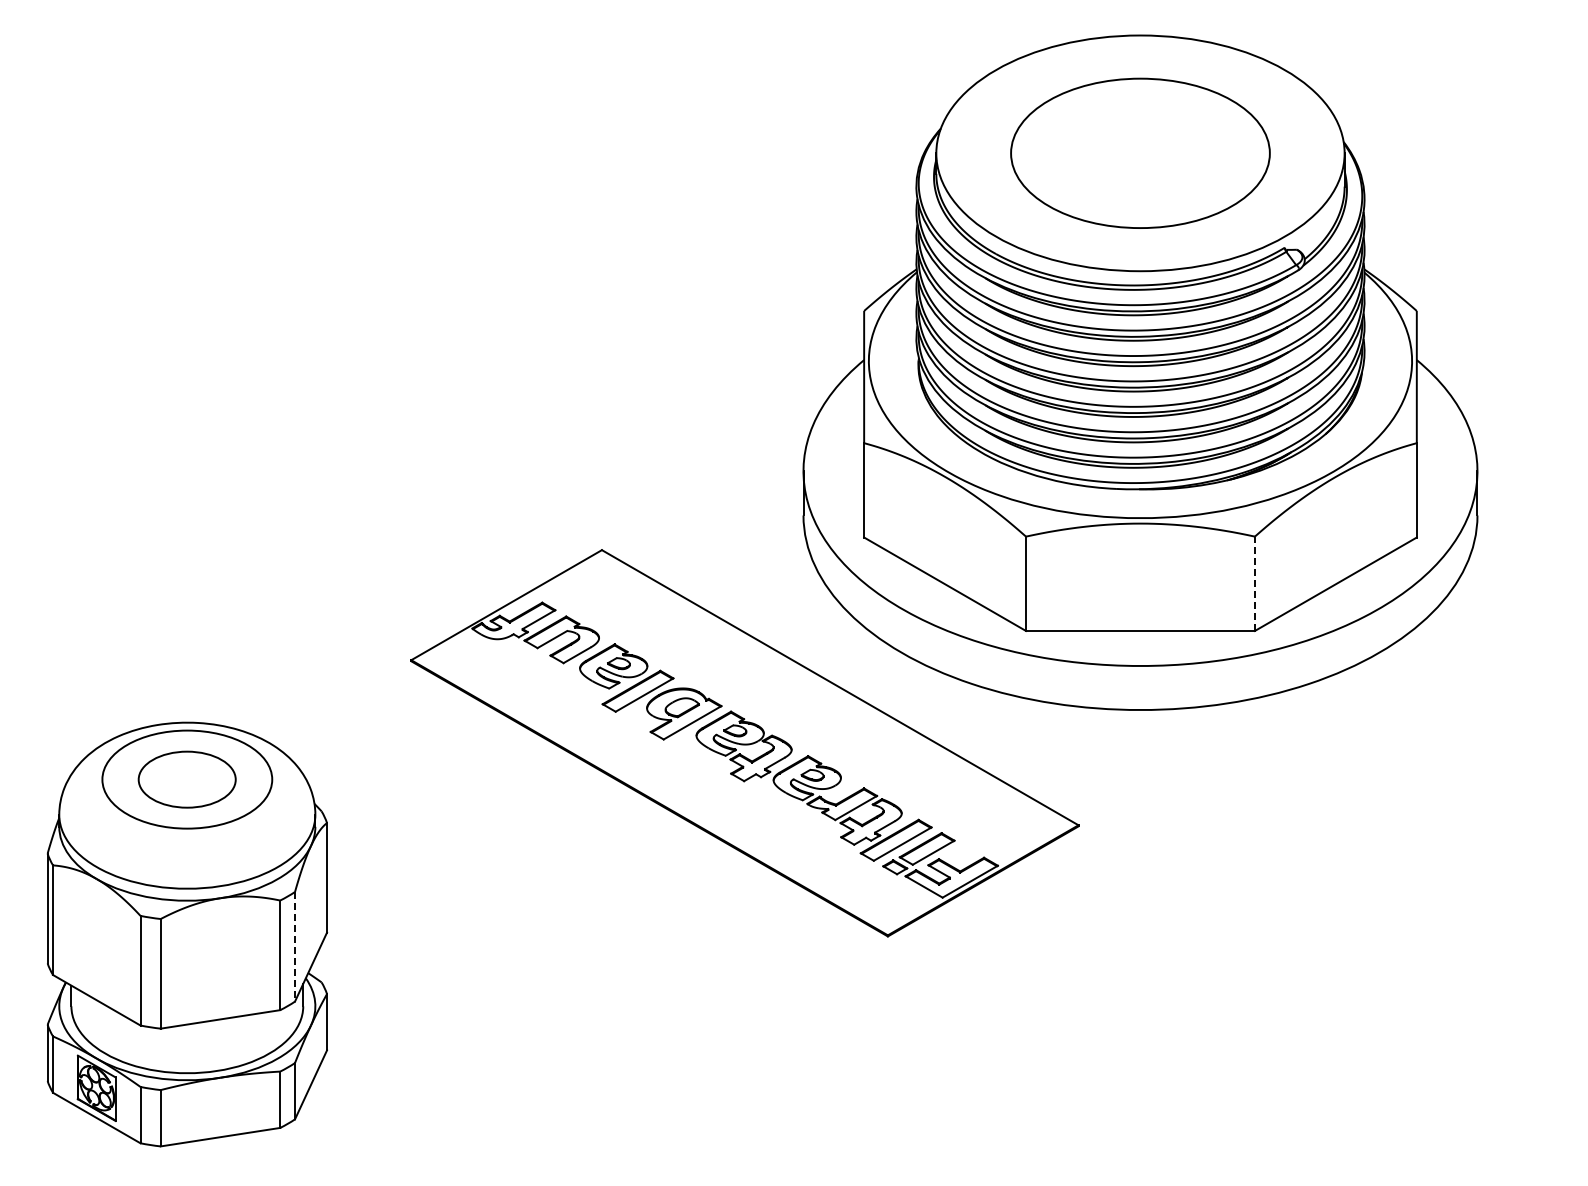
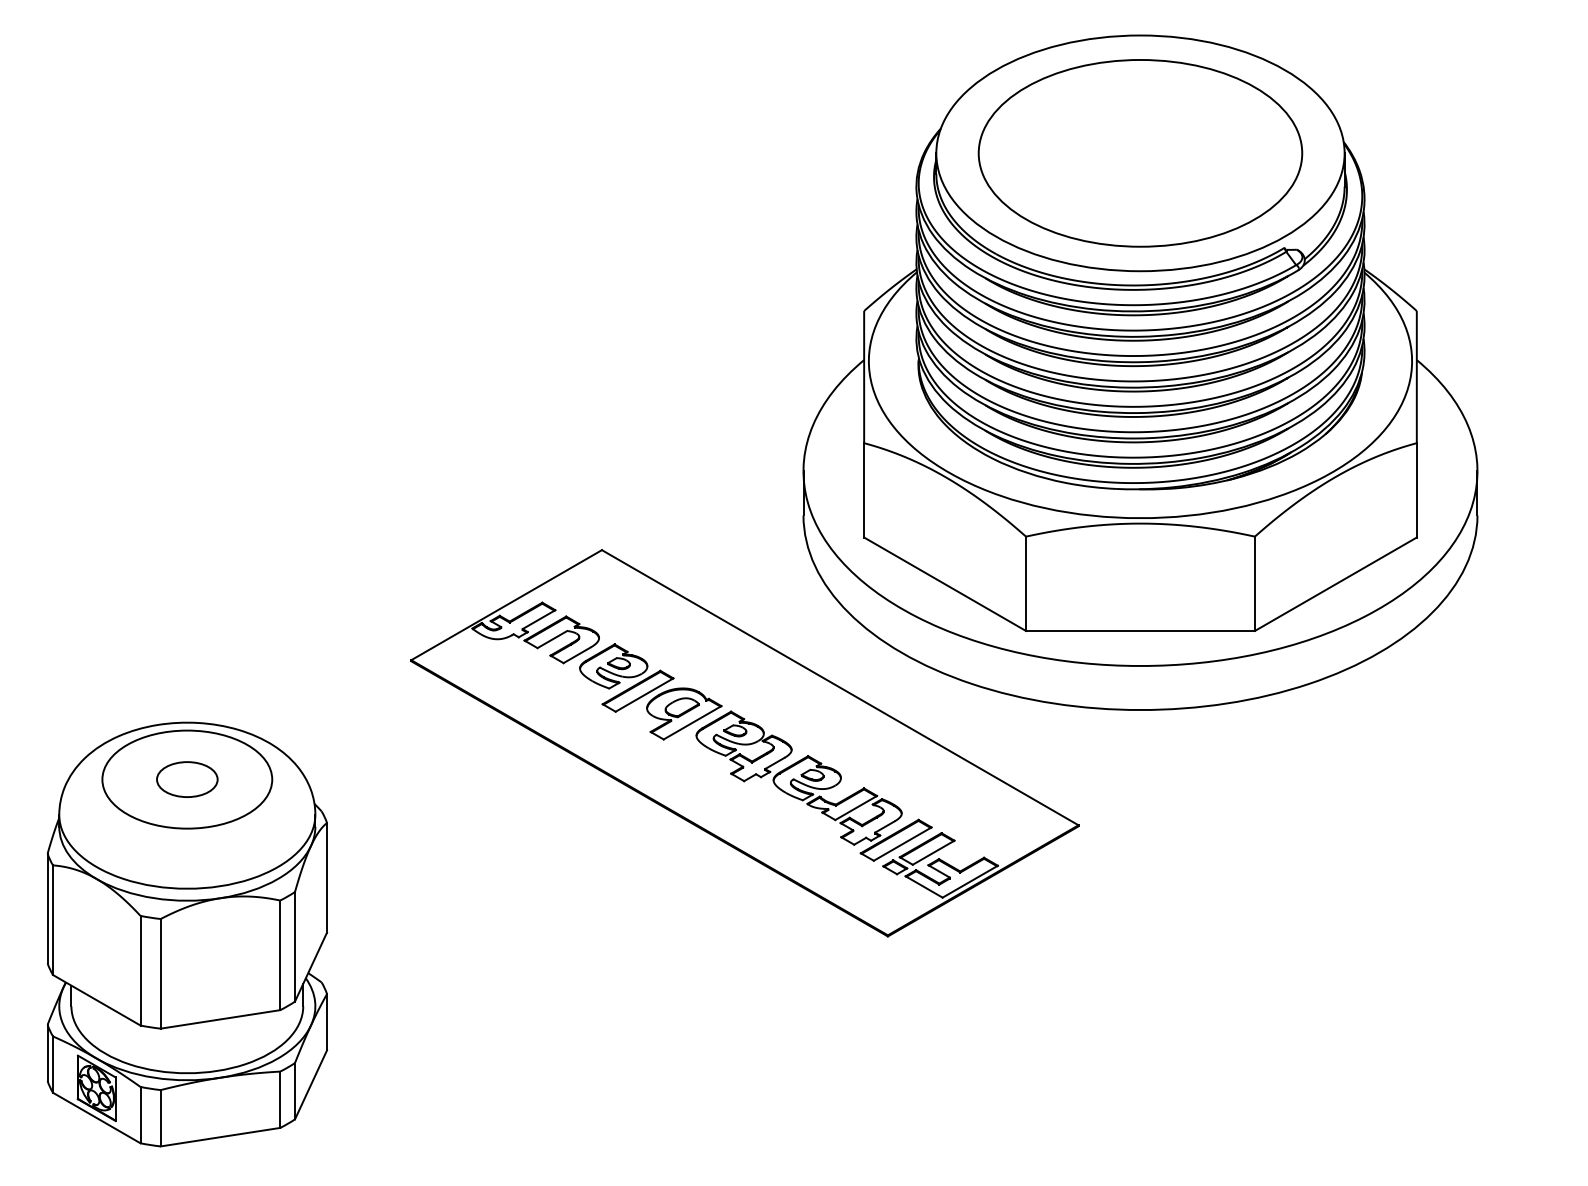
part at (1140, 152) size: 261x152 px -> 327x189 px
line at (1254, 583): dashed -> solid
part at (186, 779) size: 100x59 px -> 63x37 px
line at (295, 946): dashed -> solid
